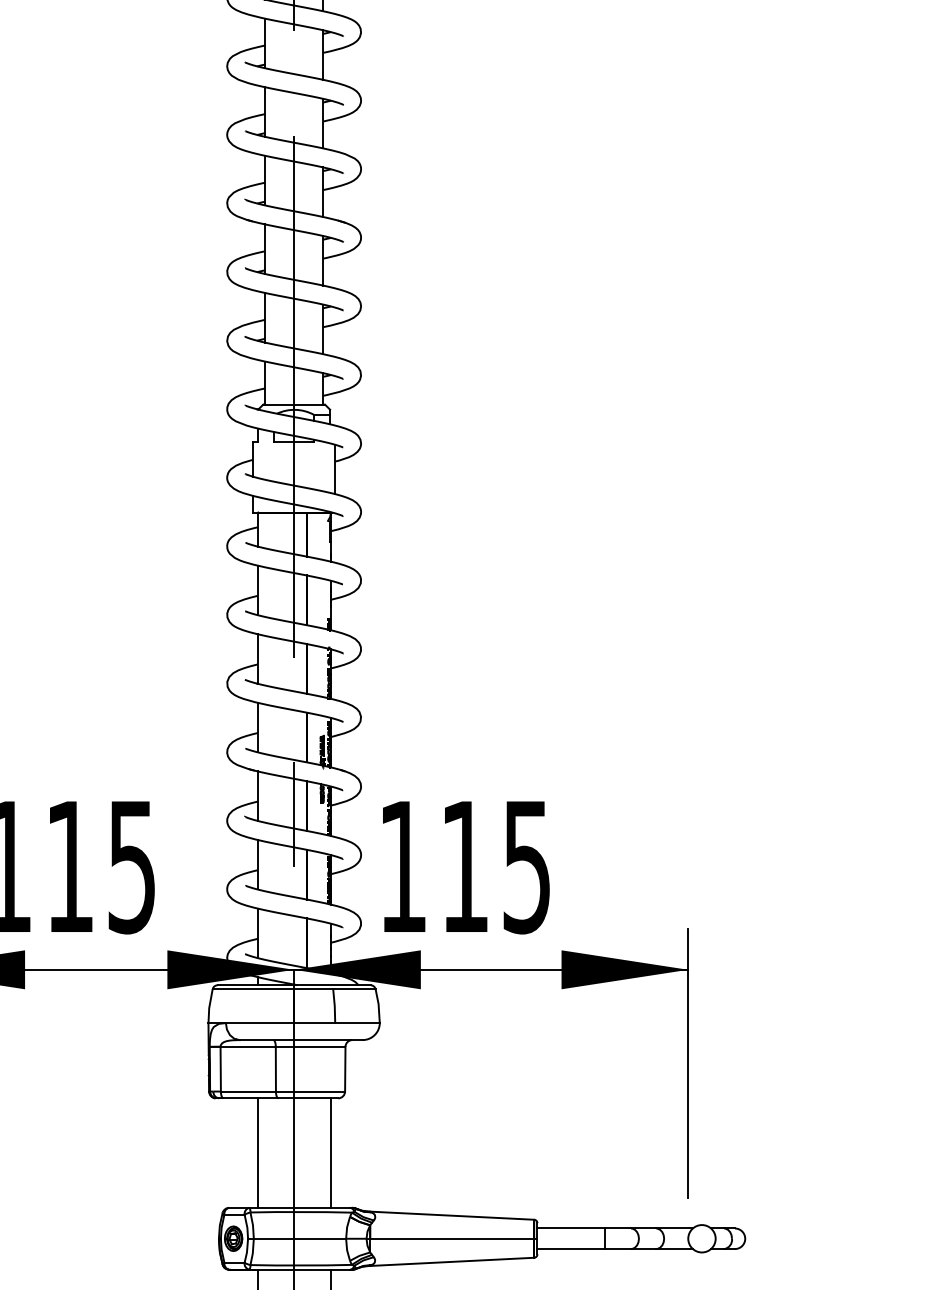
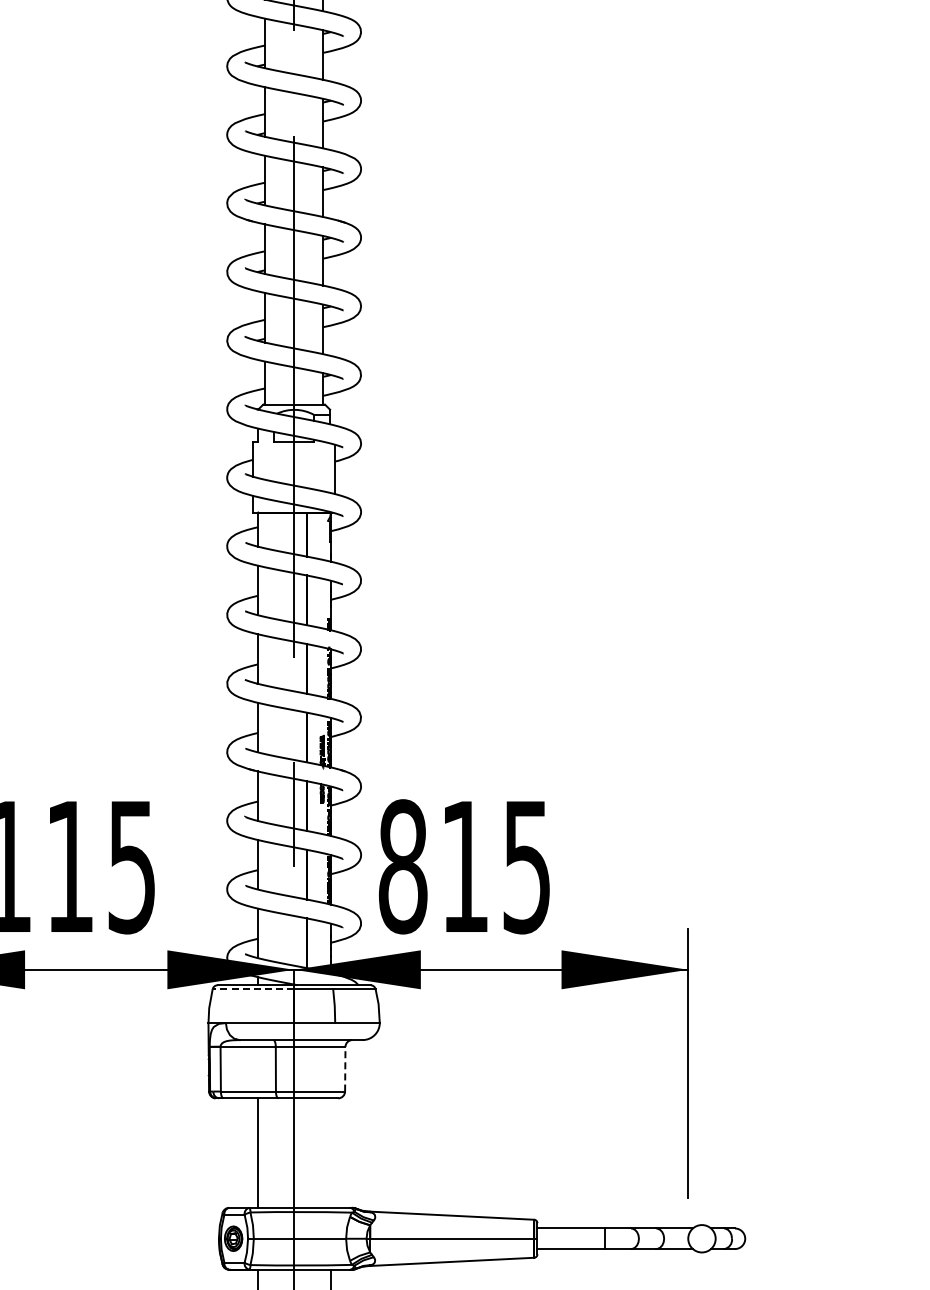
text at (402, 866): 115 -> 815
line at (253, 989): solid -> dashed
line at (345, 1068): solid -> dashed
line at (330, 1152): present -> none
